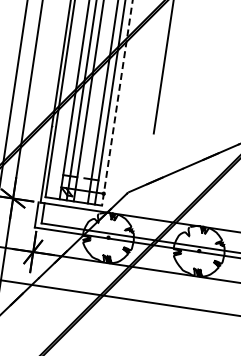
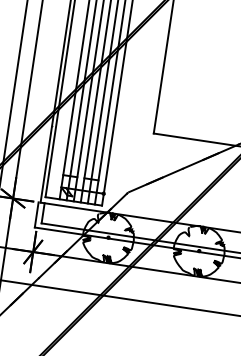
line at (95, 102): none -> present
line at (117, 103): dashed -> solid
line at (195, 139): none -> present
